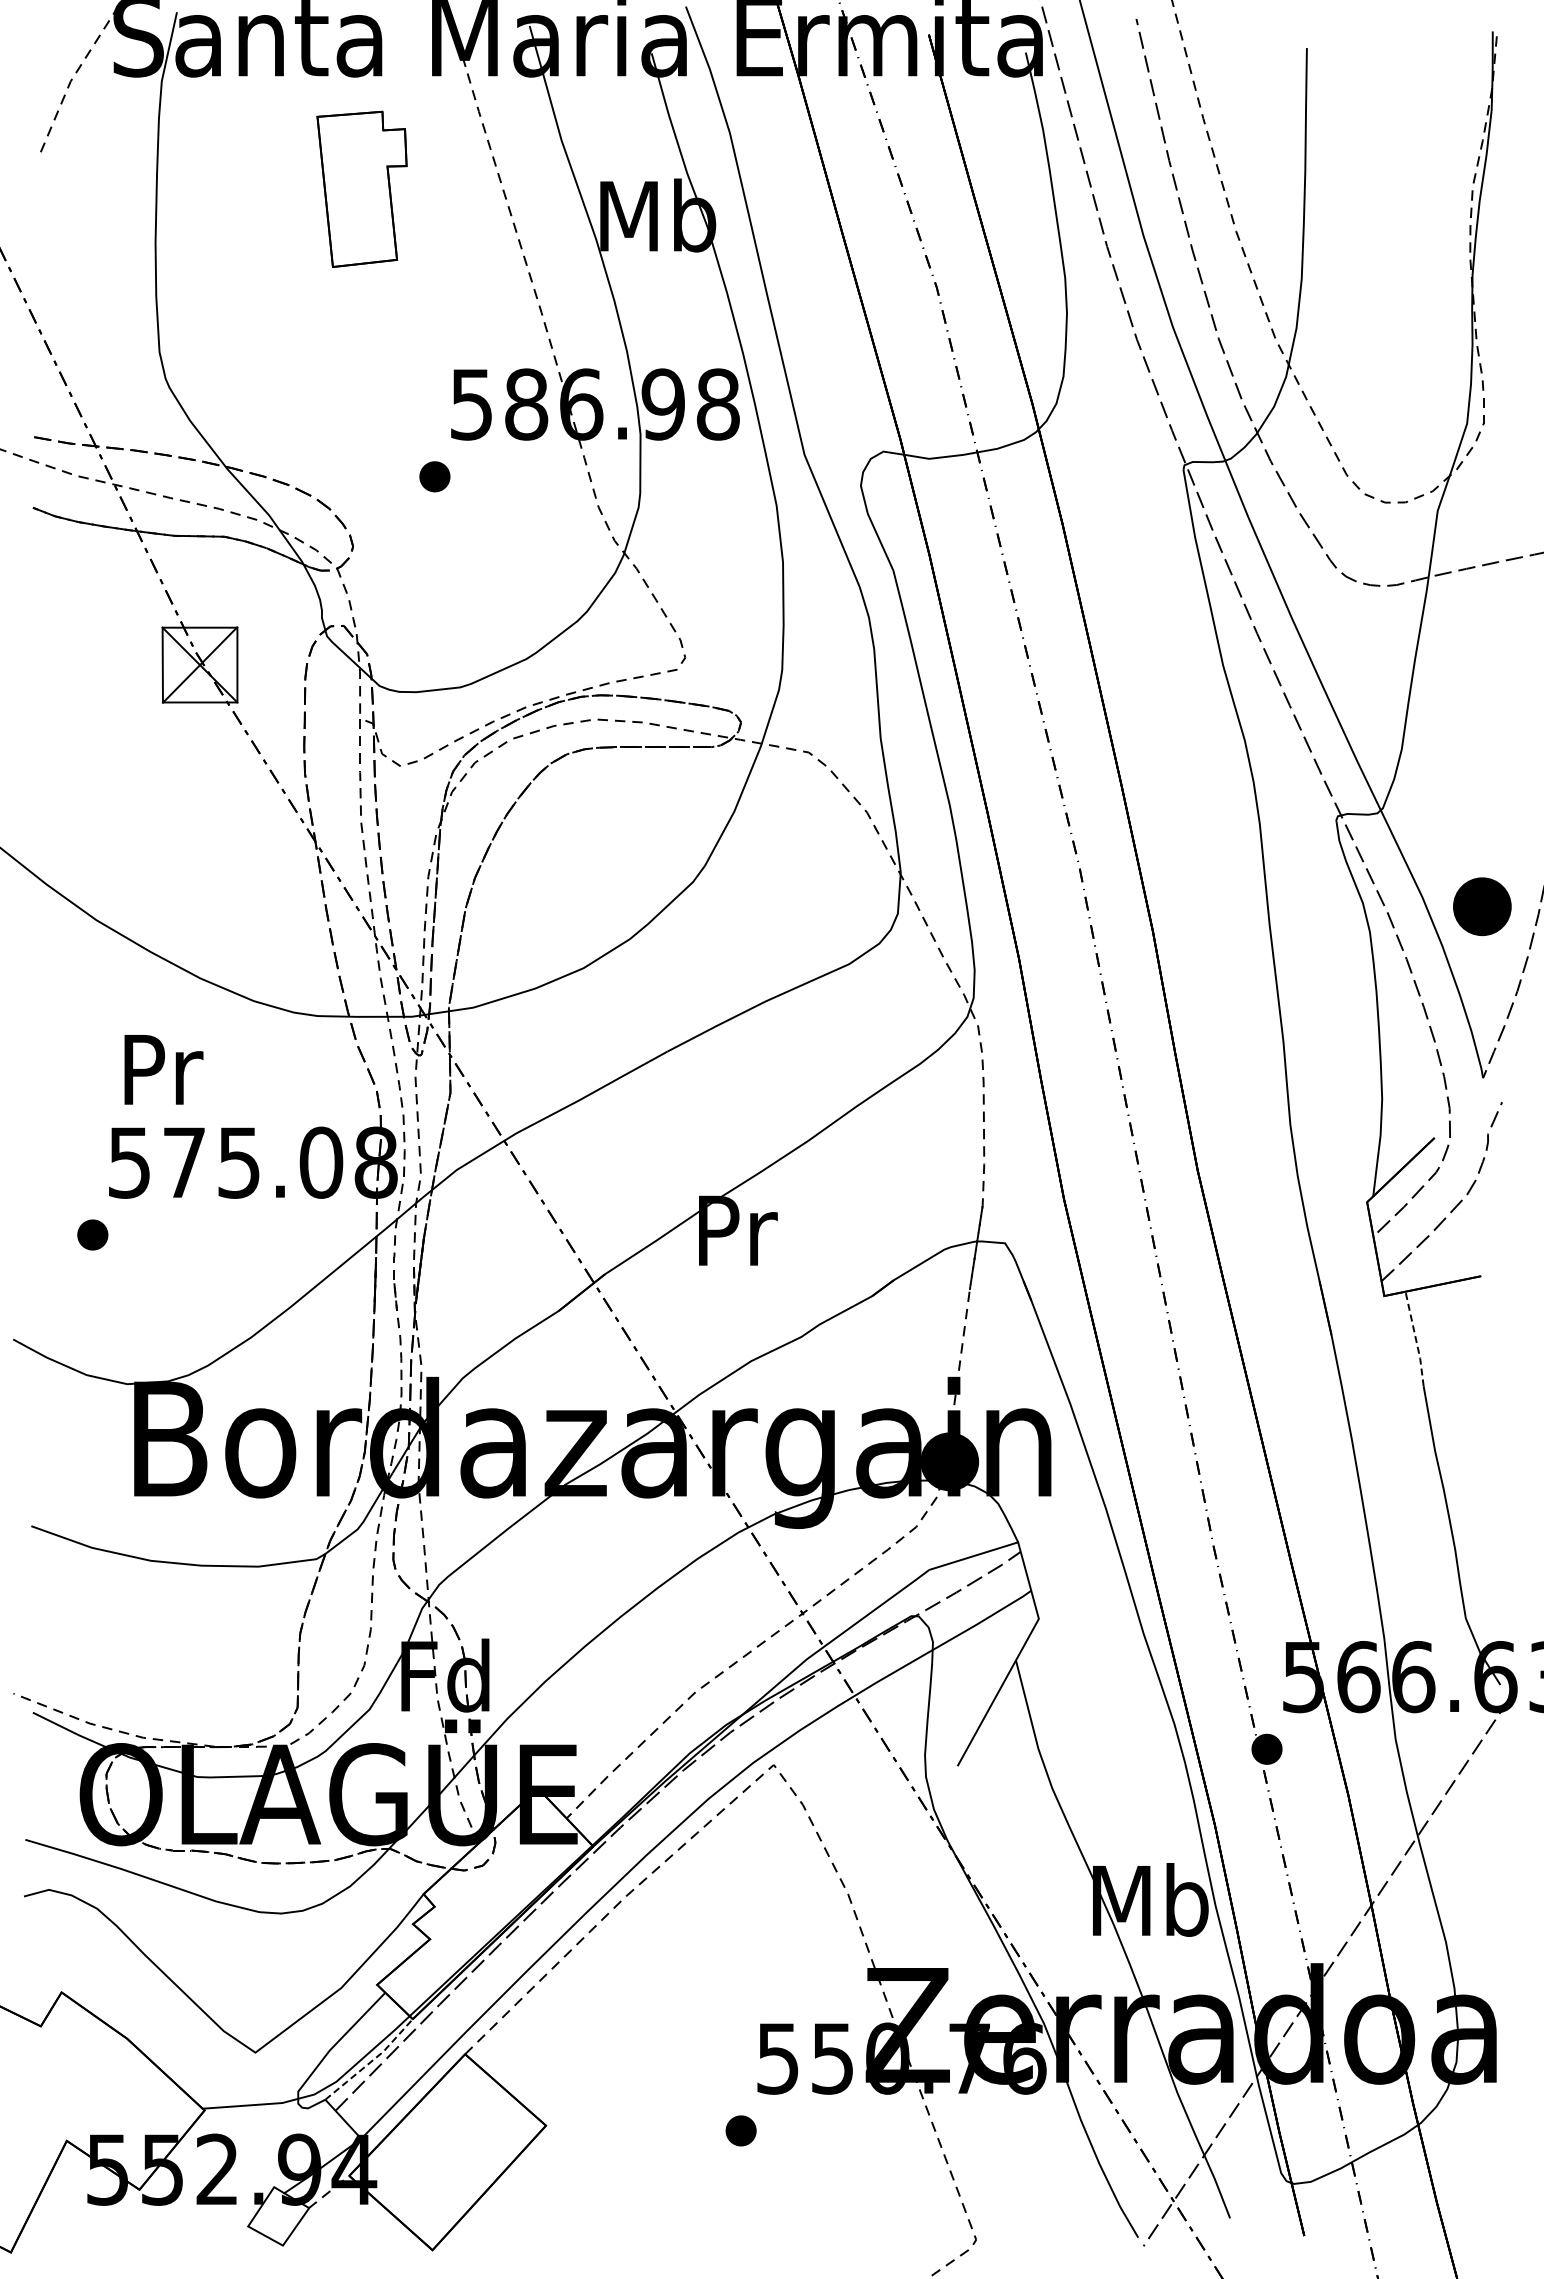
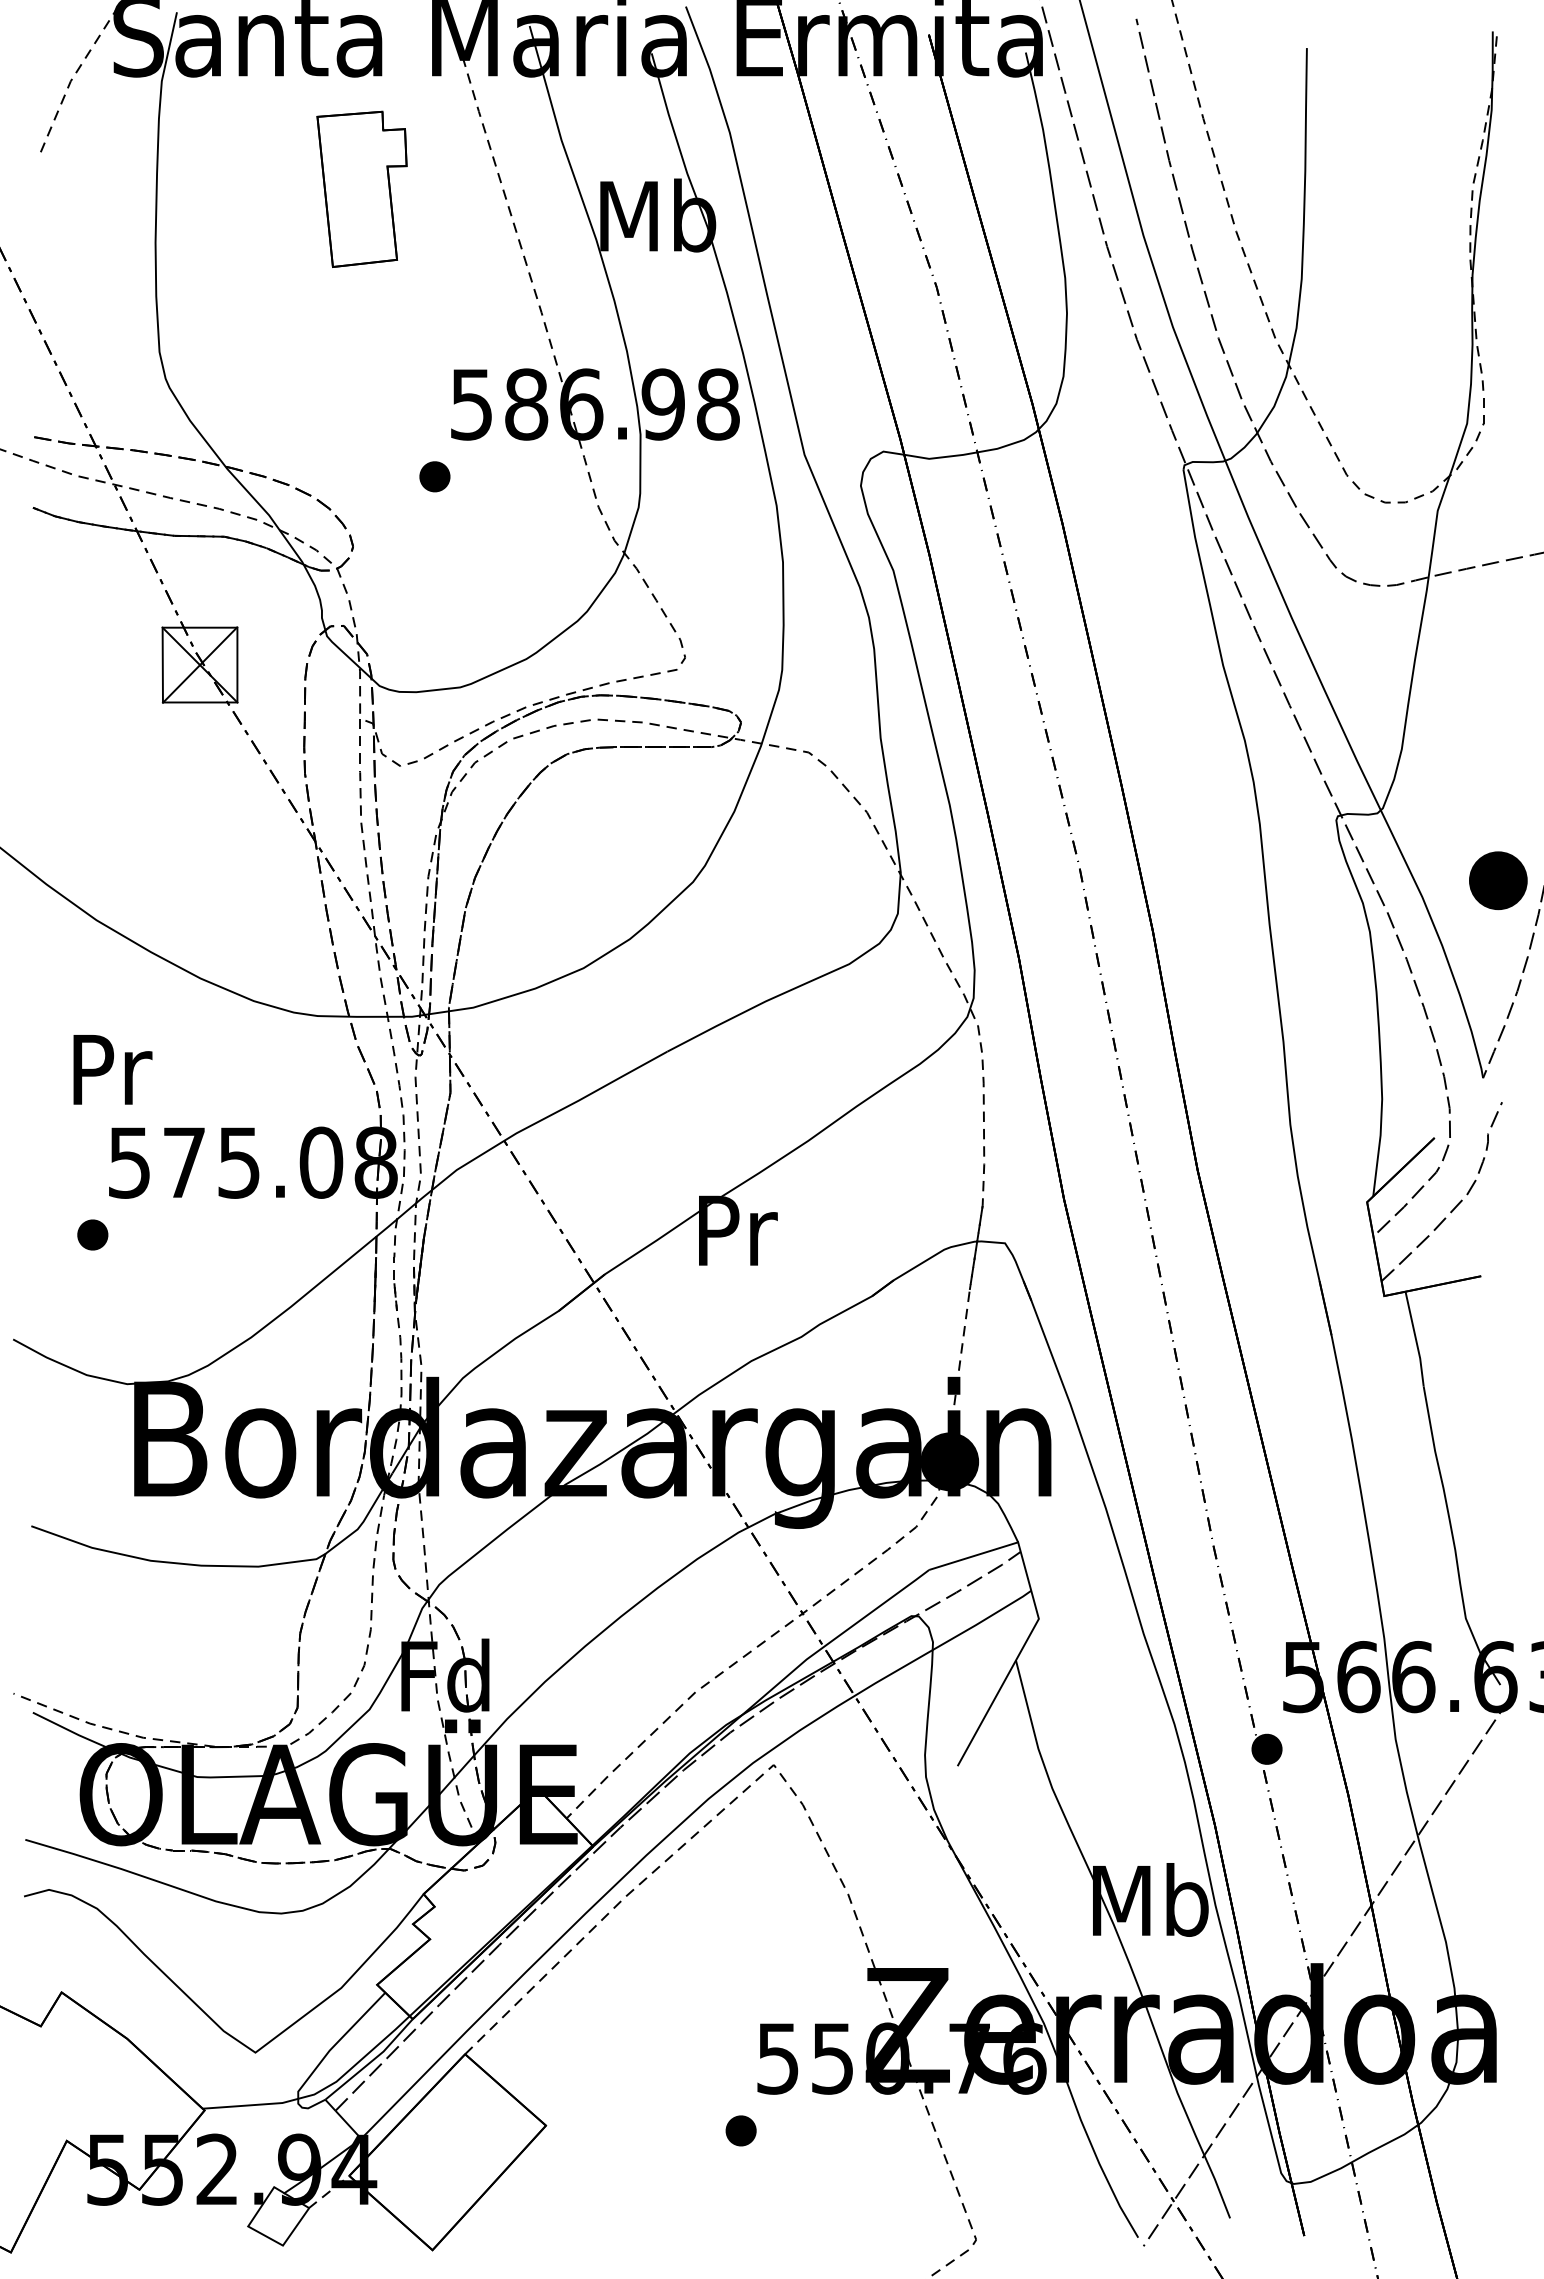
part at (1482, 906) position: (1482, 906) -> (1498, 880)
text at (163, 1069) position: (163, 1069) -> (112, 1069)
line at (1415, 1338): dashed -> solid
line at (372, 2061): dashed -> solid
